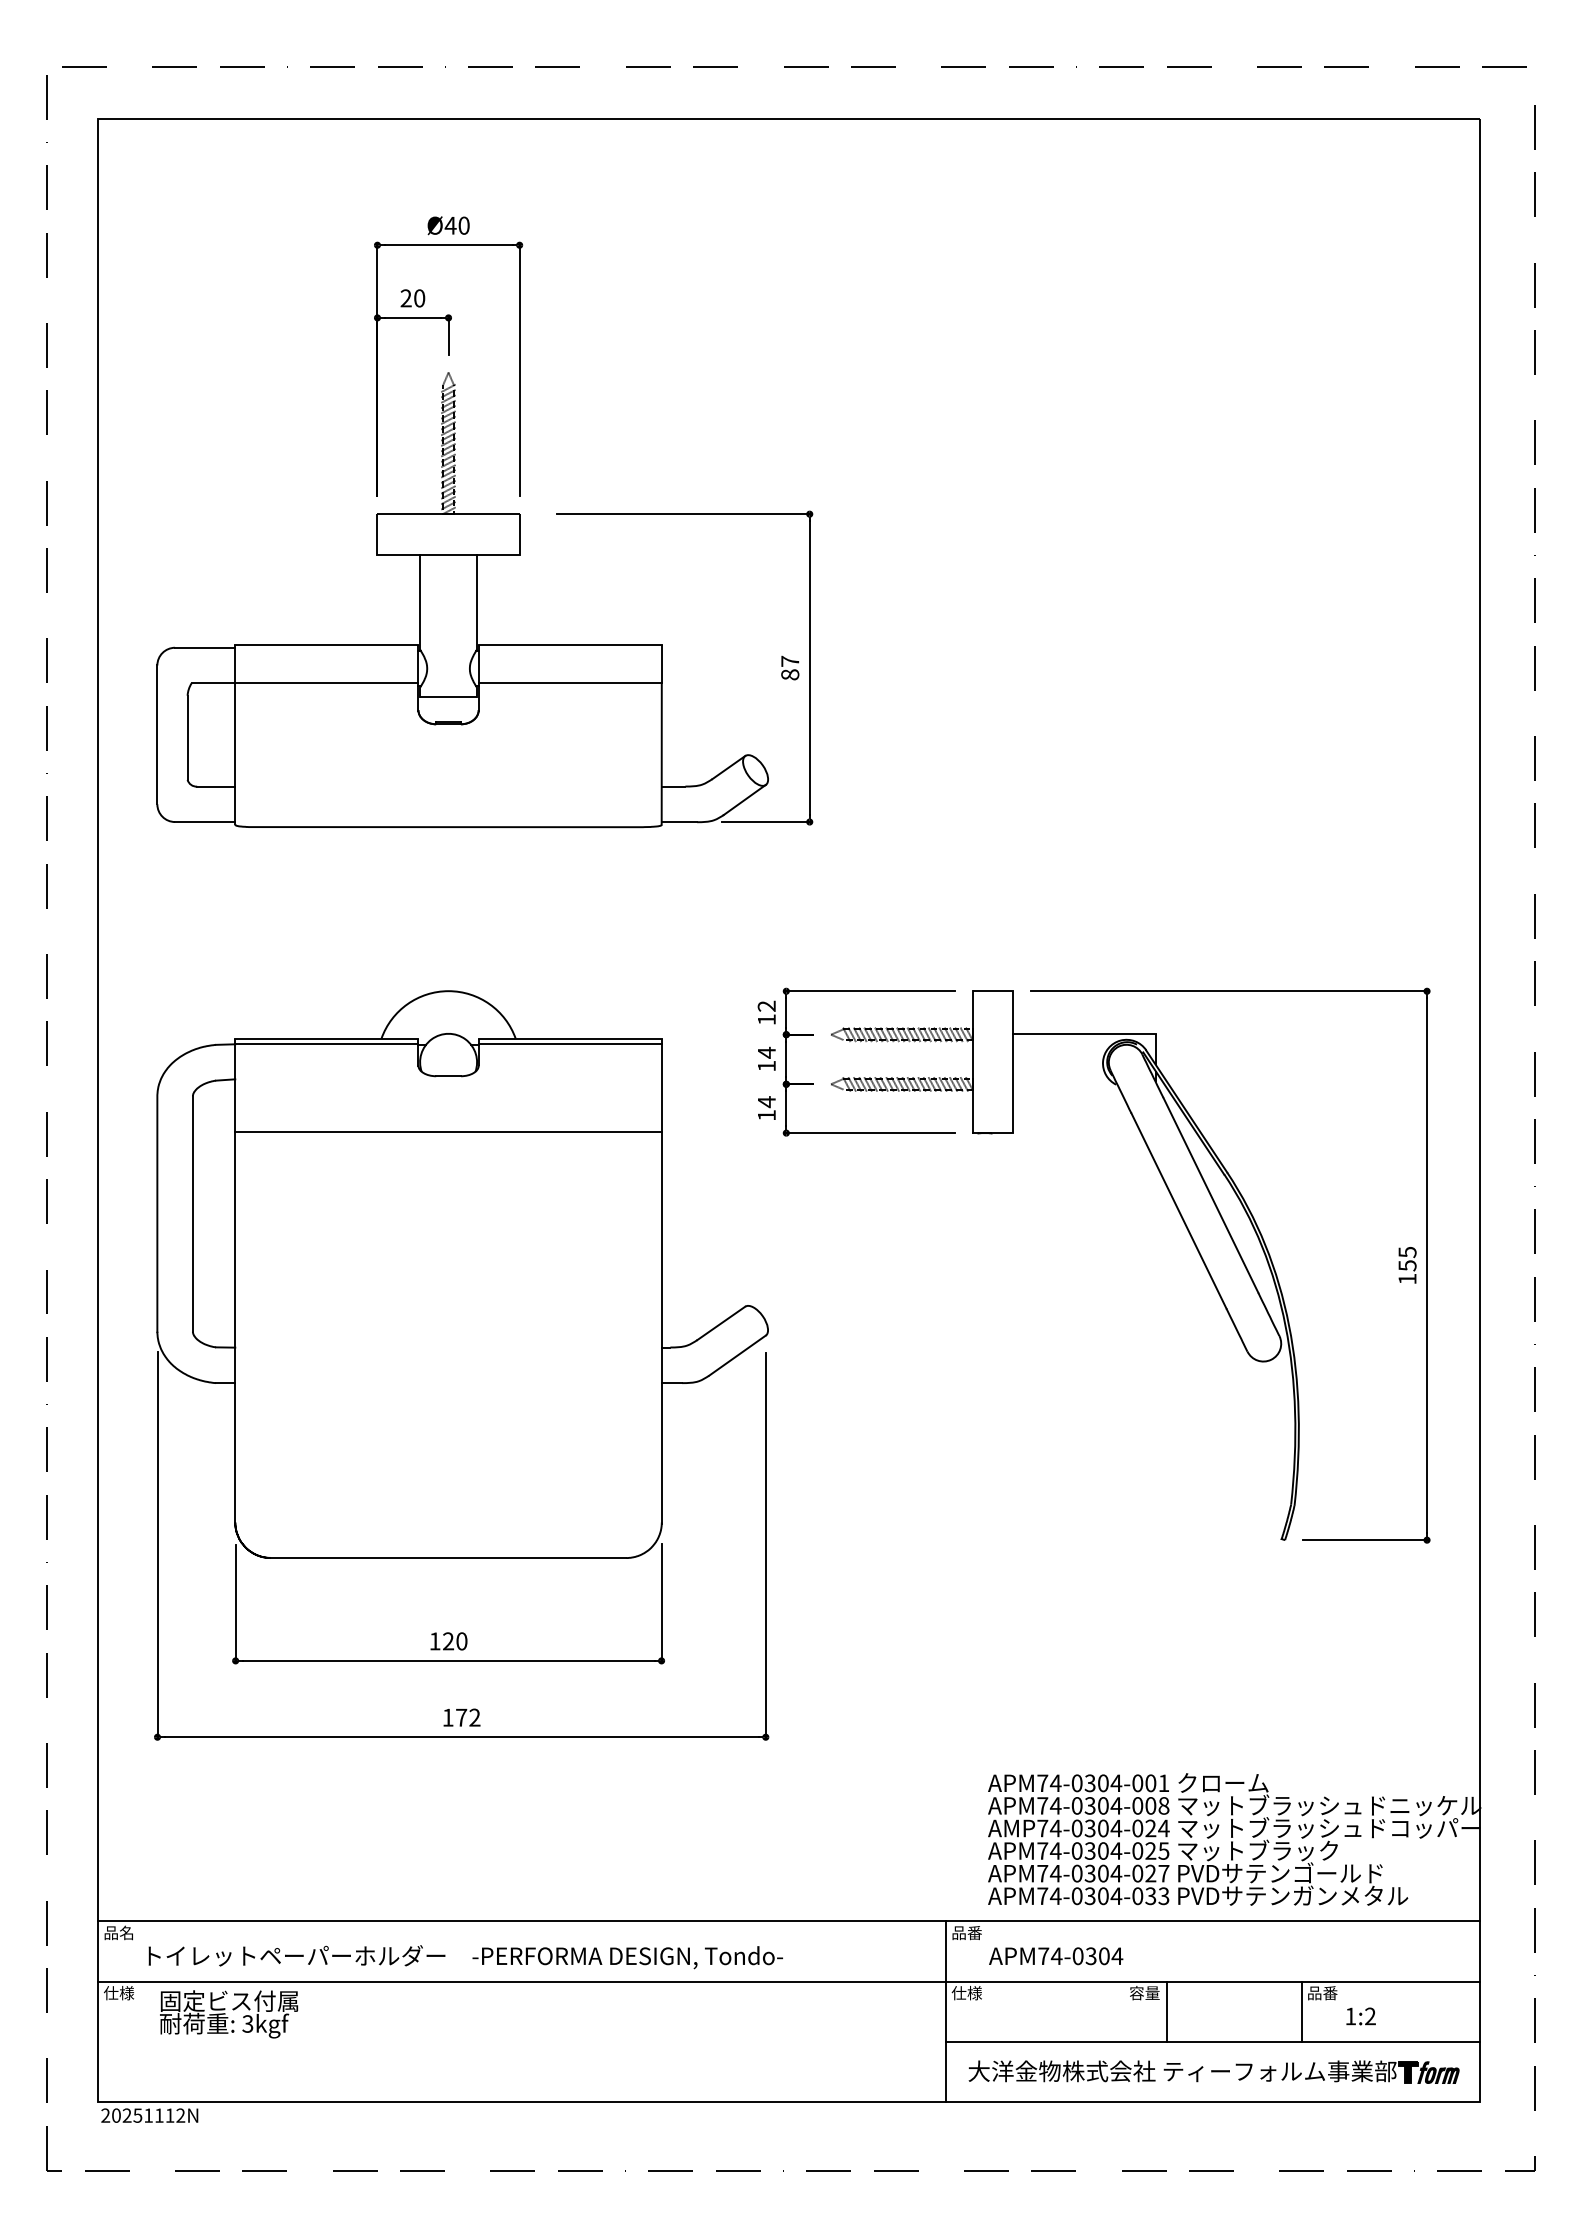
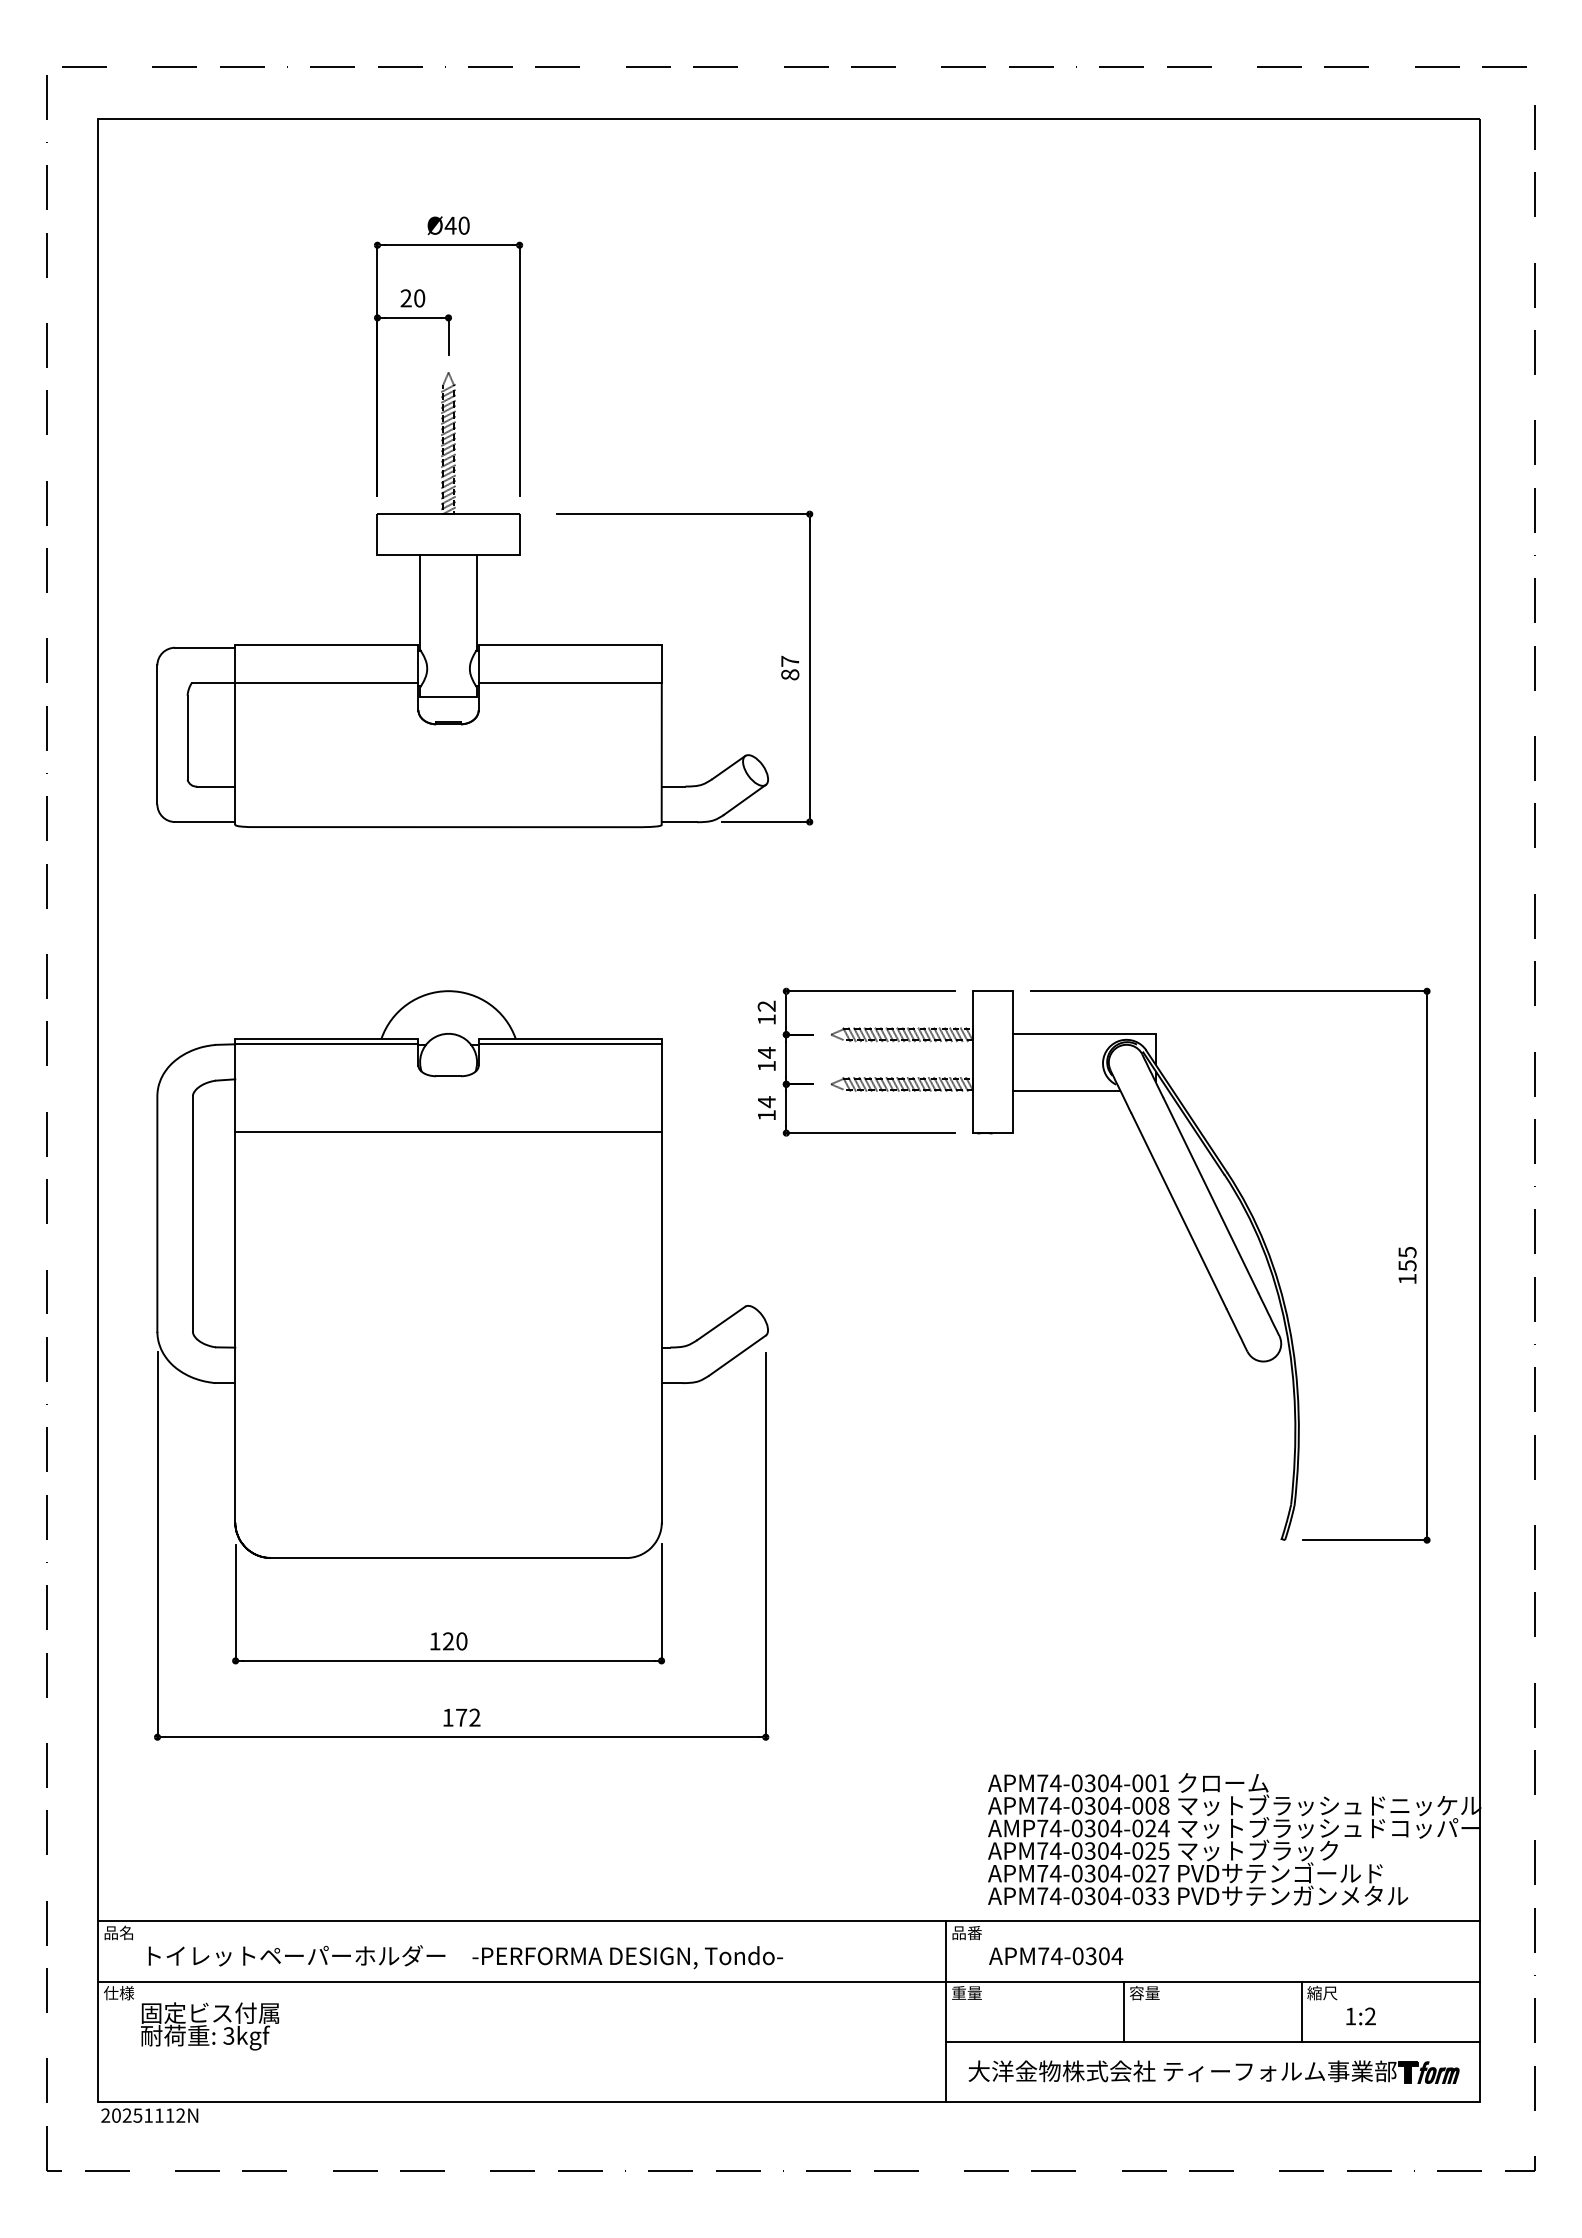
line at (1066, 1090): none -> present
text at (966, 1992): 仕様 -> 重量
text at (1322, 1992): 品番 -> 縮尺
line at (1167, 2011) position: (1167, 2011) -> (1124, 2011)
text at (229, 2014) position: (229, 2014) -> (210, 2026)
